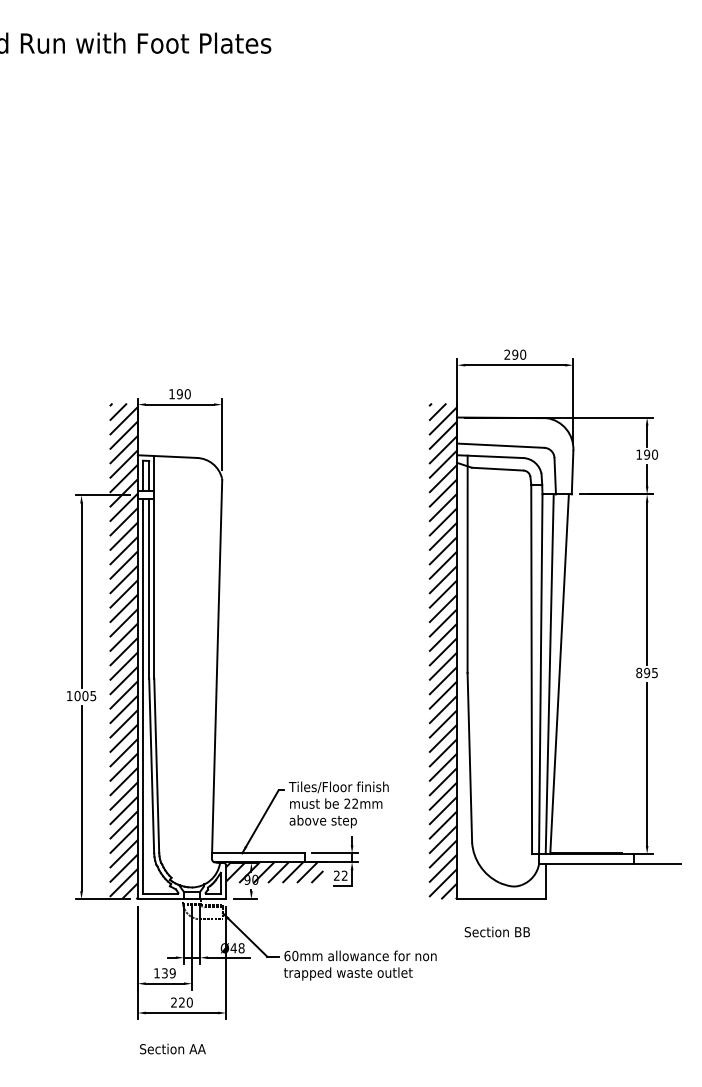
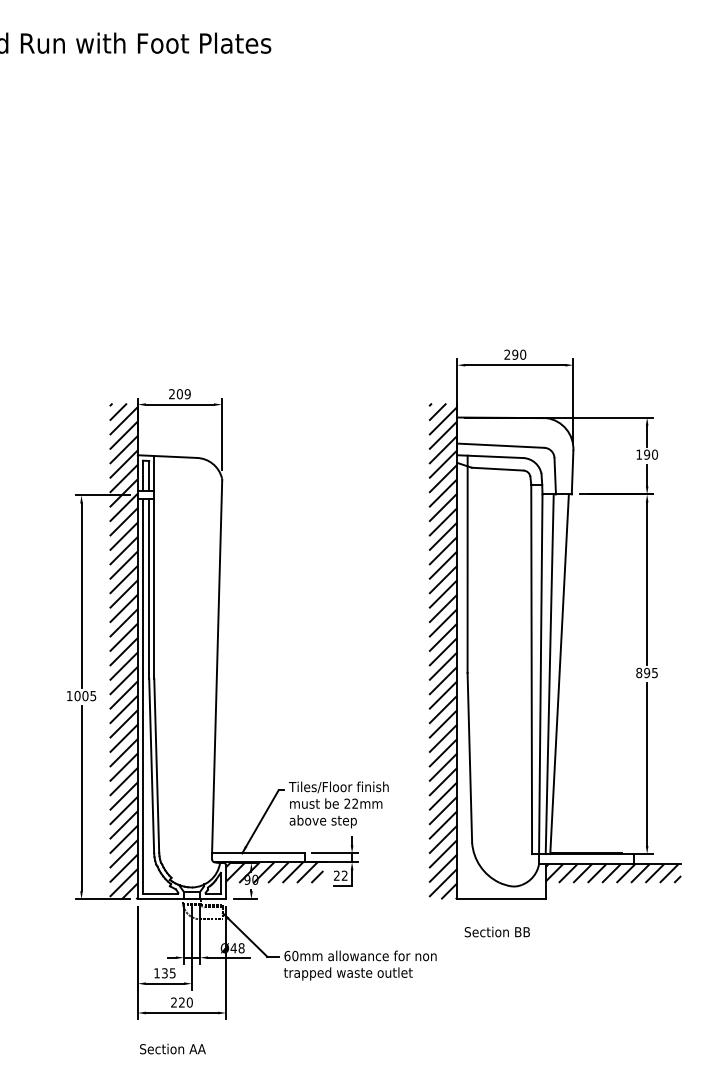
text at (179, 394): 190 -> 209
hatch at (613, 873): none -> present
text at (172, 973): 139 -> 135
